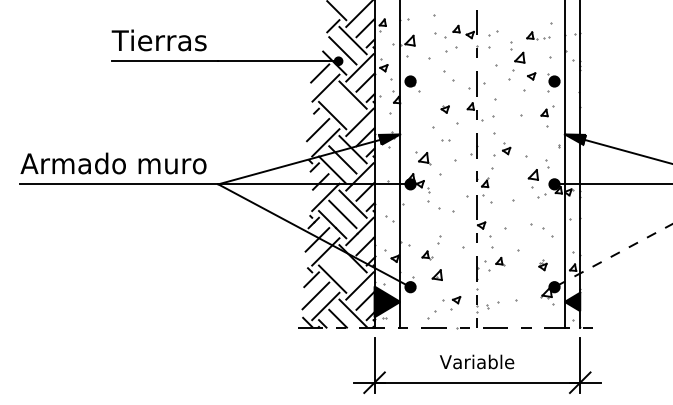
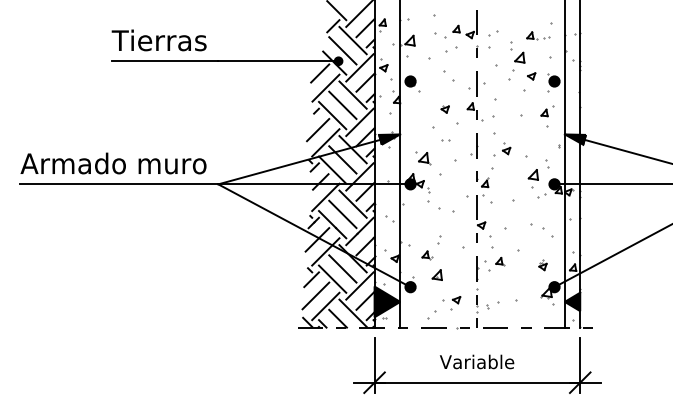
line at (342, 104): none -> present
line at (613, 255): dashed -> solid
line at (342, 268): none -> present
